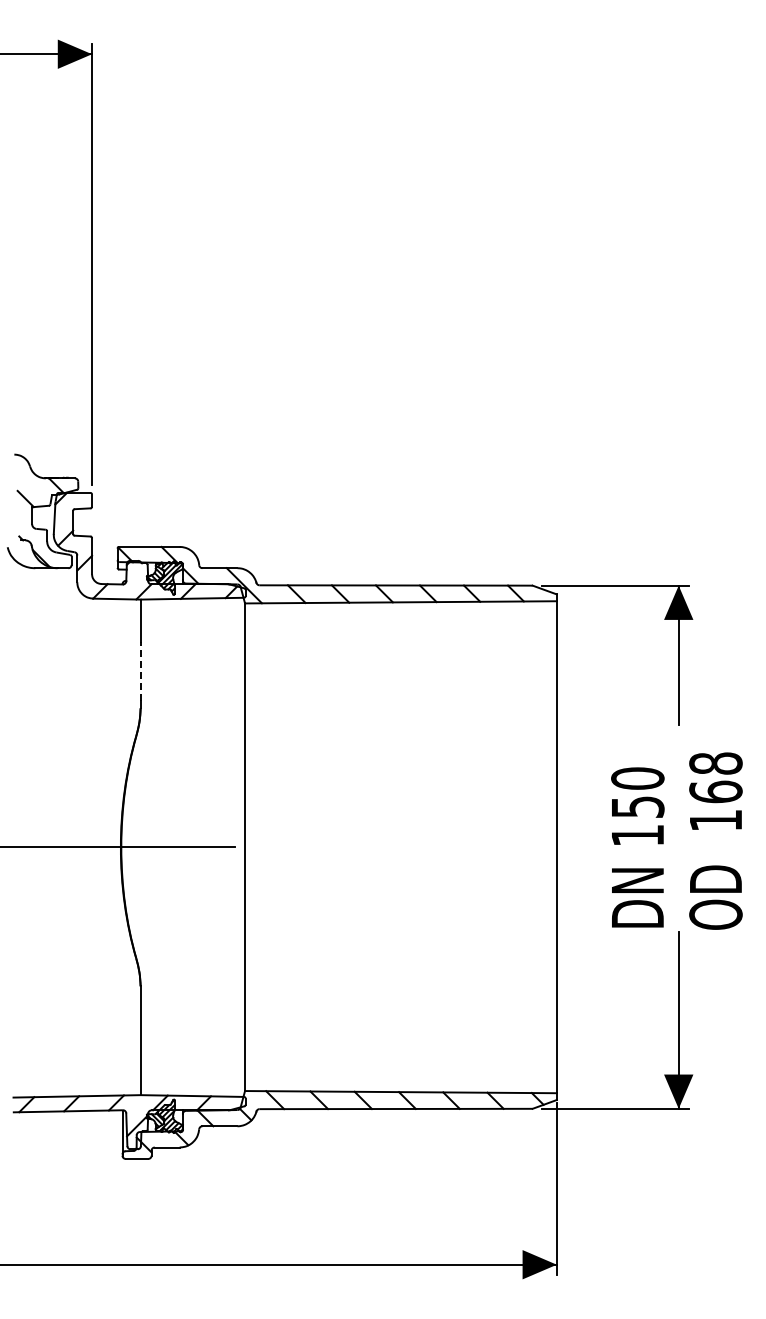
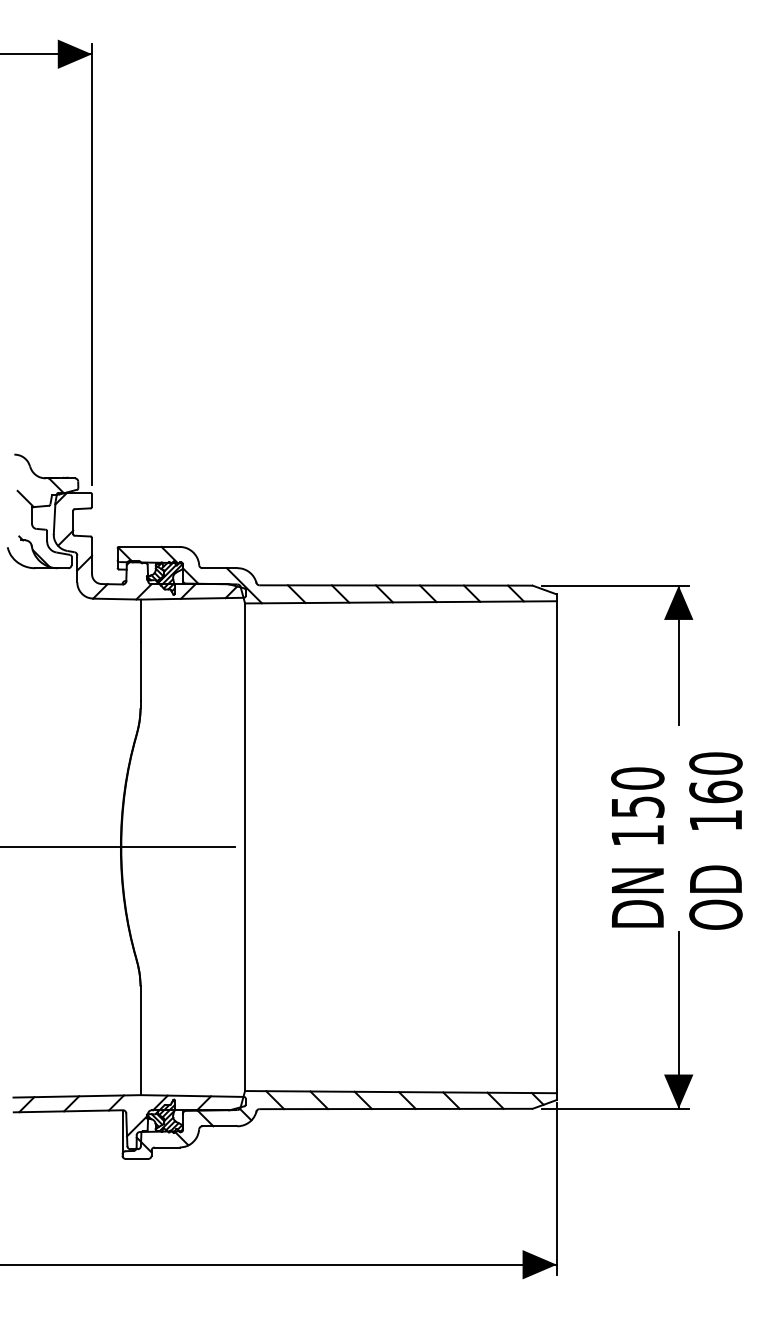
line at (140, 671): dashed -> solid
text at (715, 763): 168 -> 160
